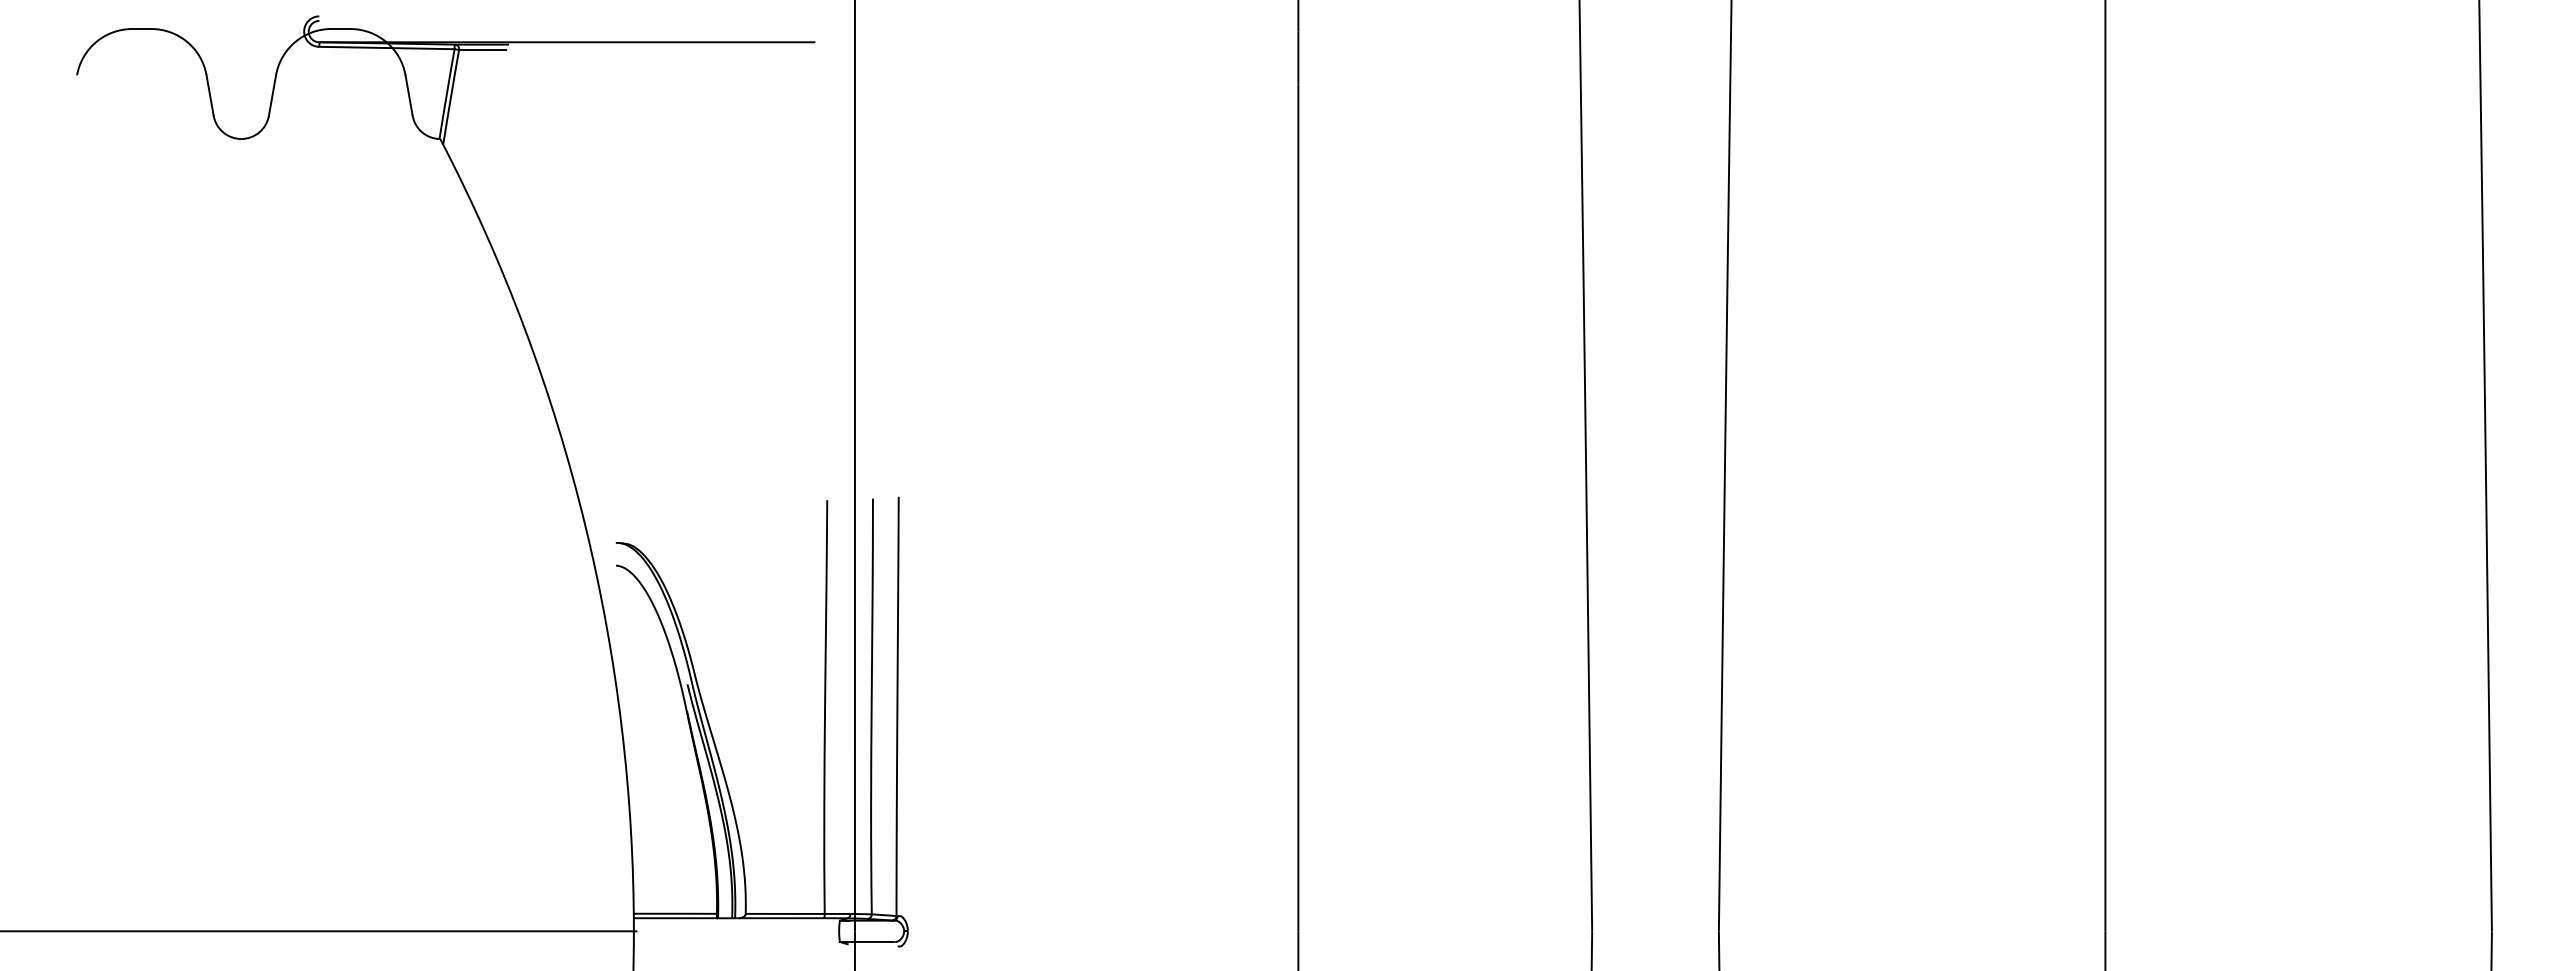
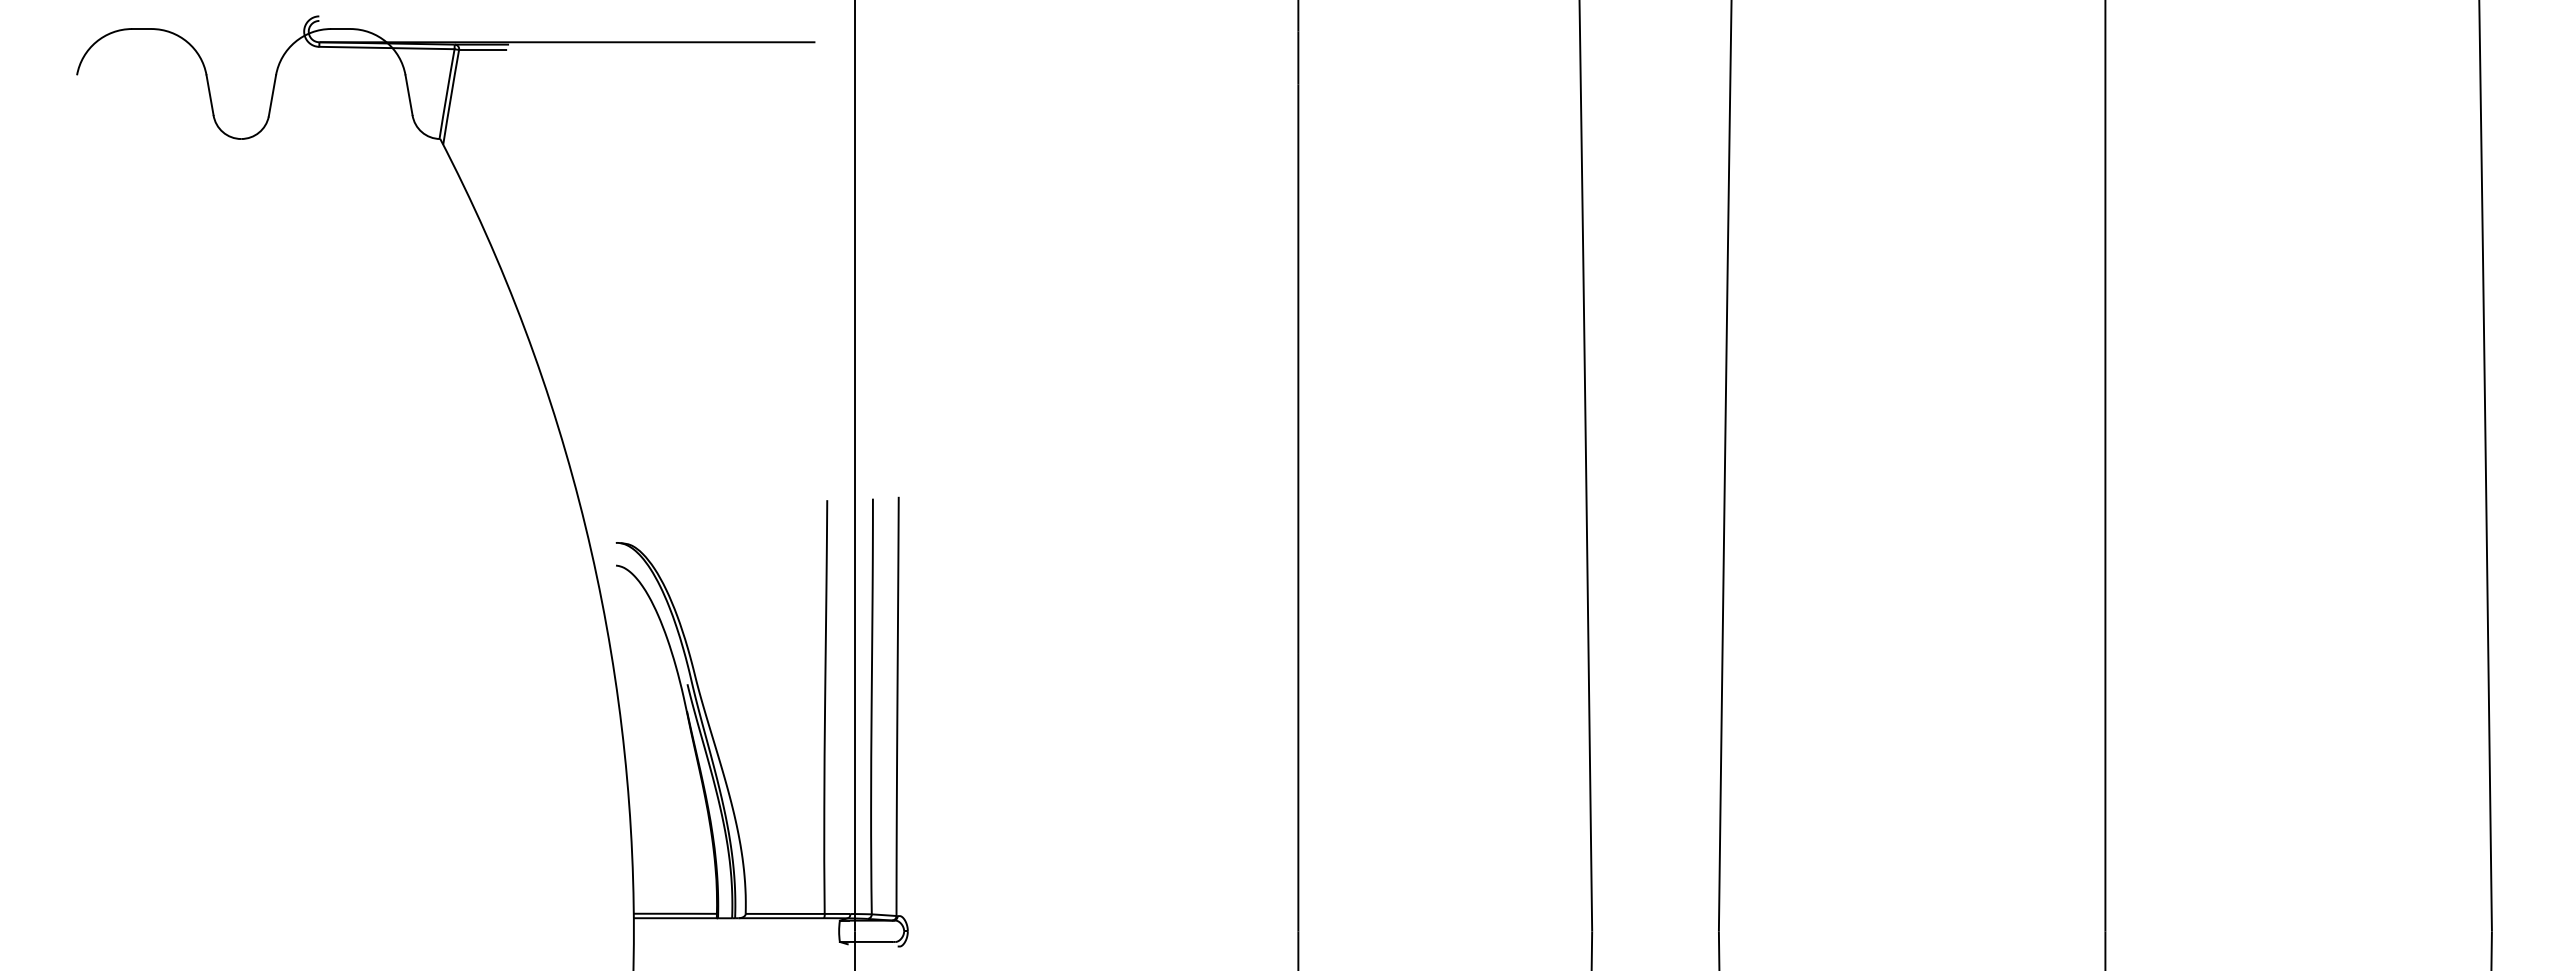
line at (319, 931): present -> none
